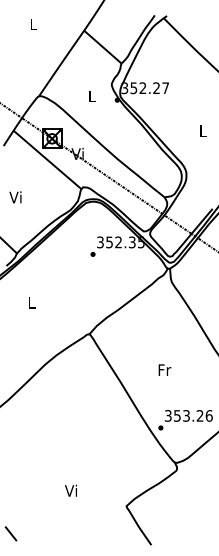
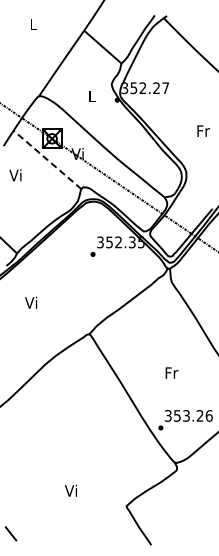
text at (203, 130): L -> Fr
line at (47, 160): solid -> dashed
text at (15, 197) position: (15, 197) -> (15, 175)
text at (31, 302): L -> Vi
text at (164, 369) position: (164, 369) -> (171, 372)
